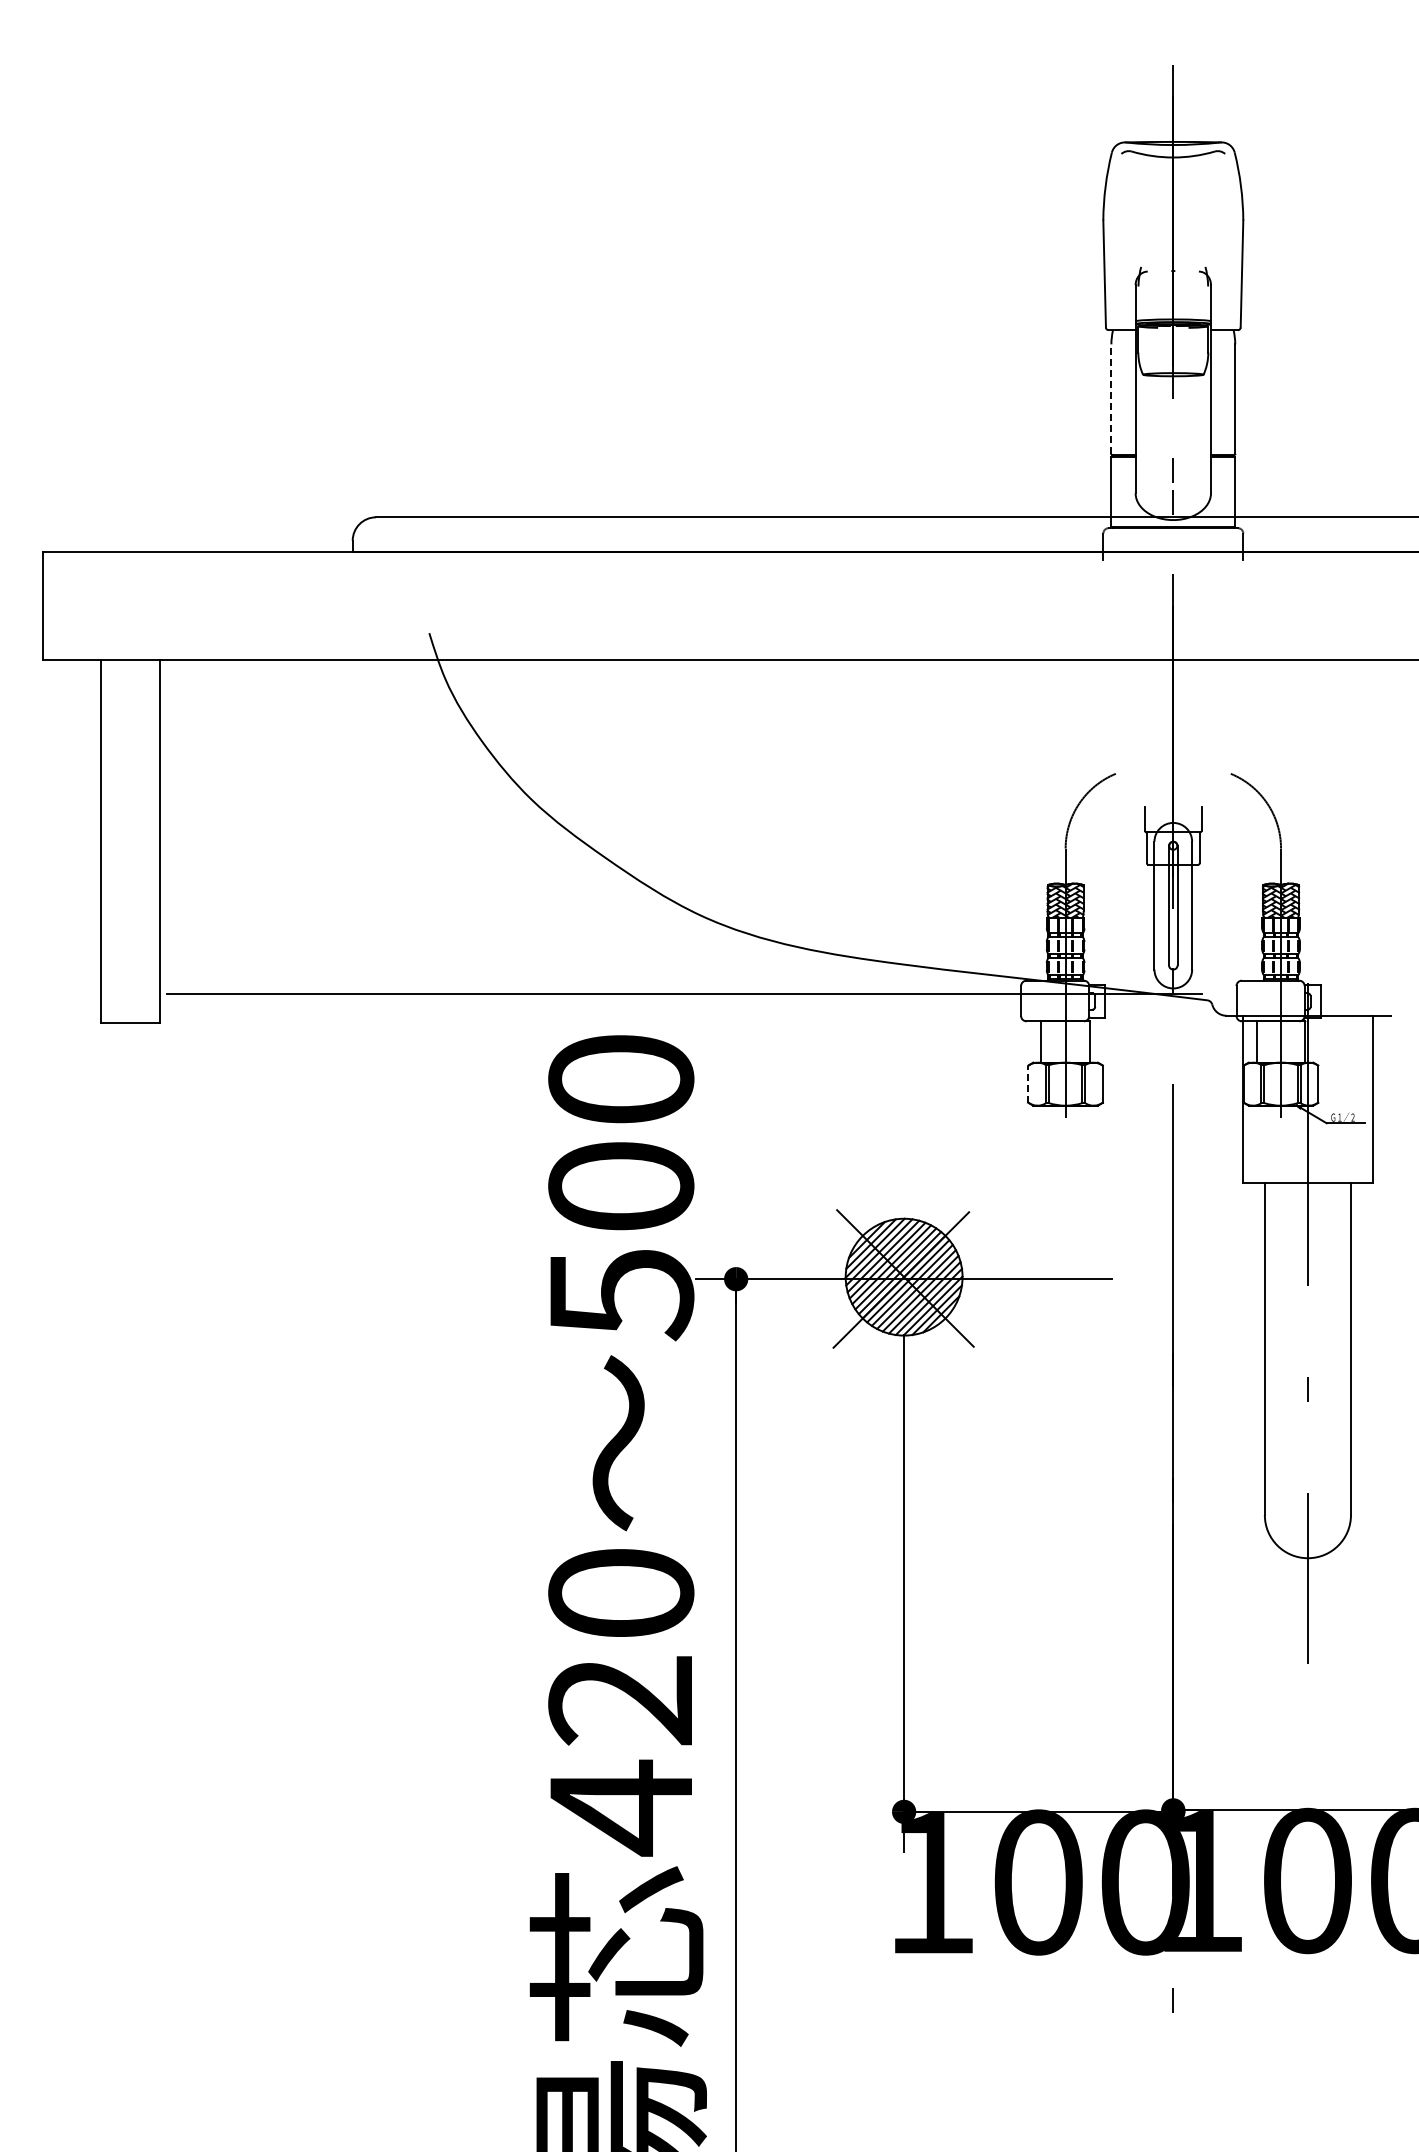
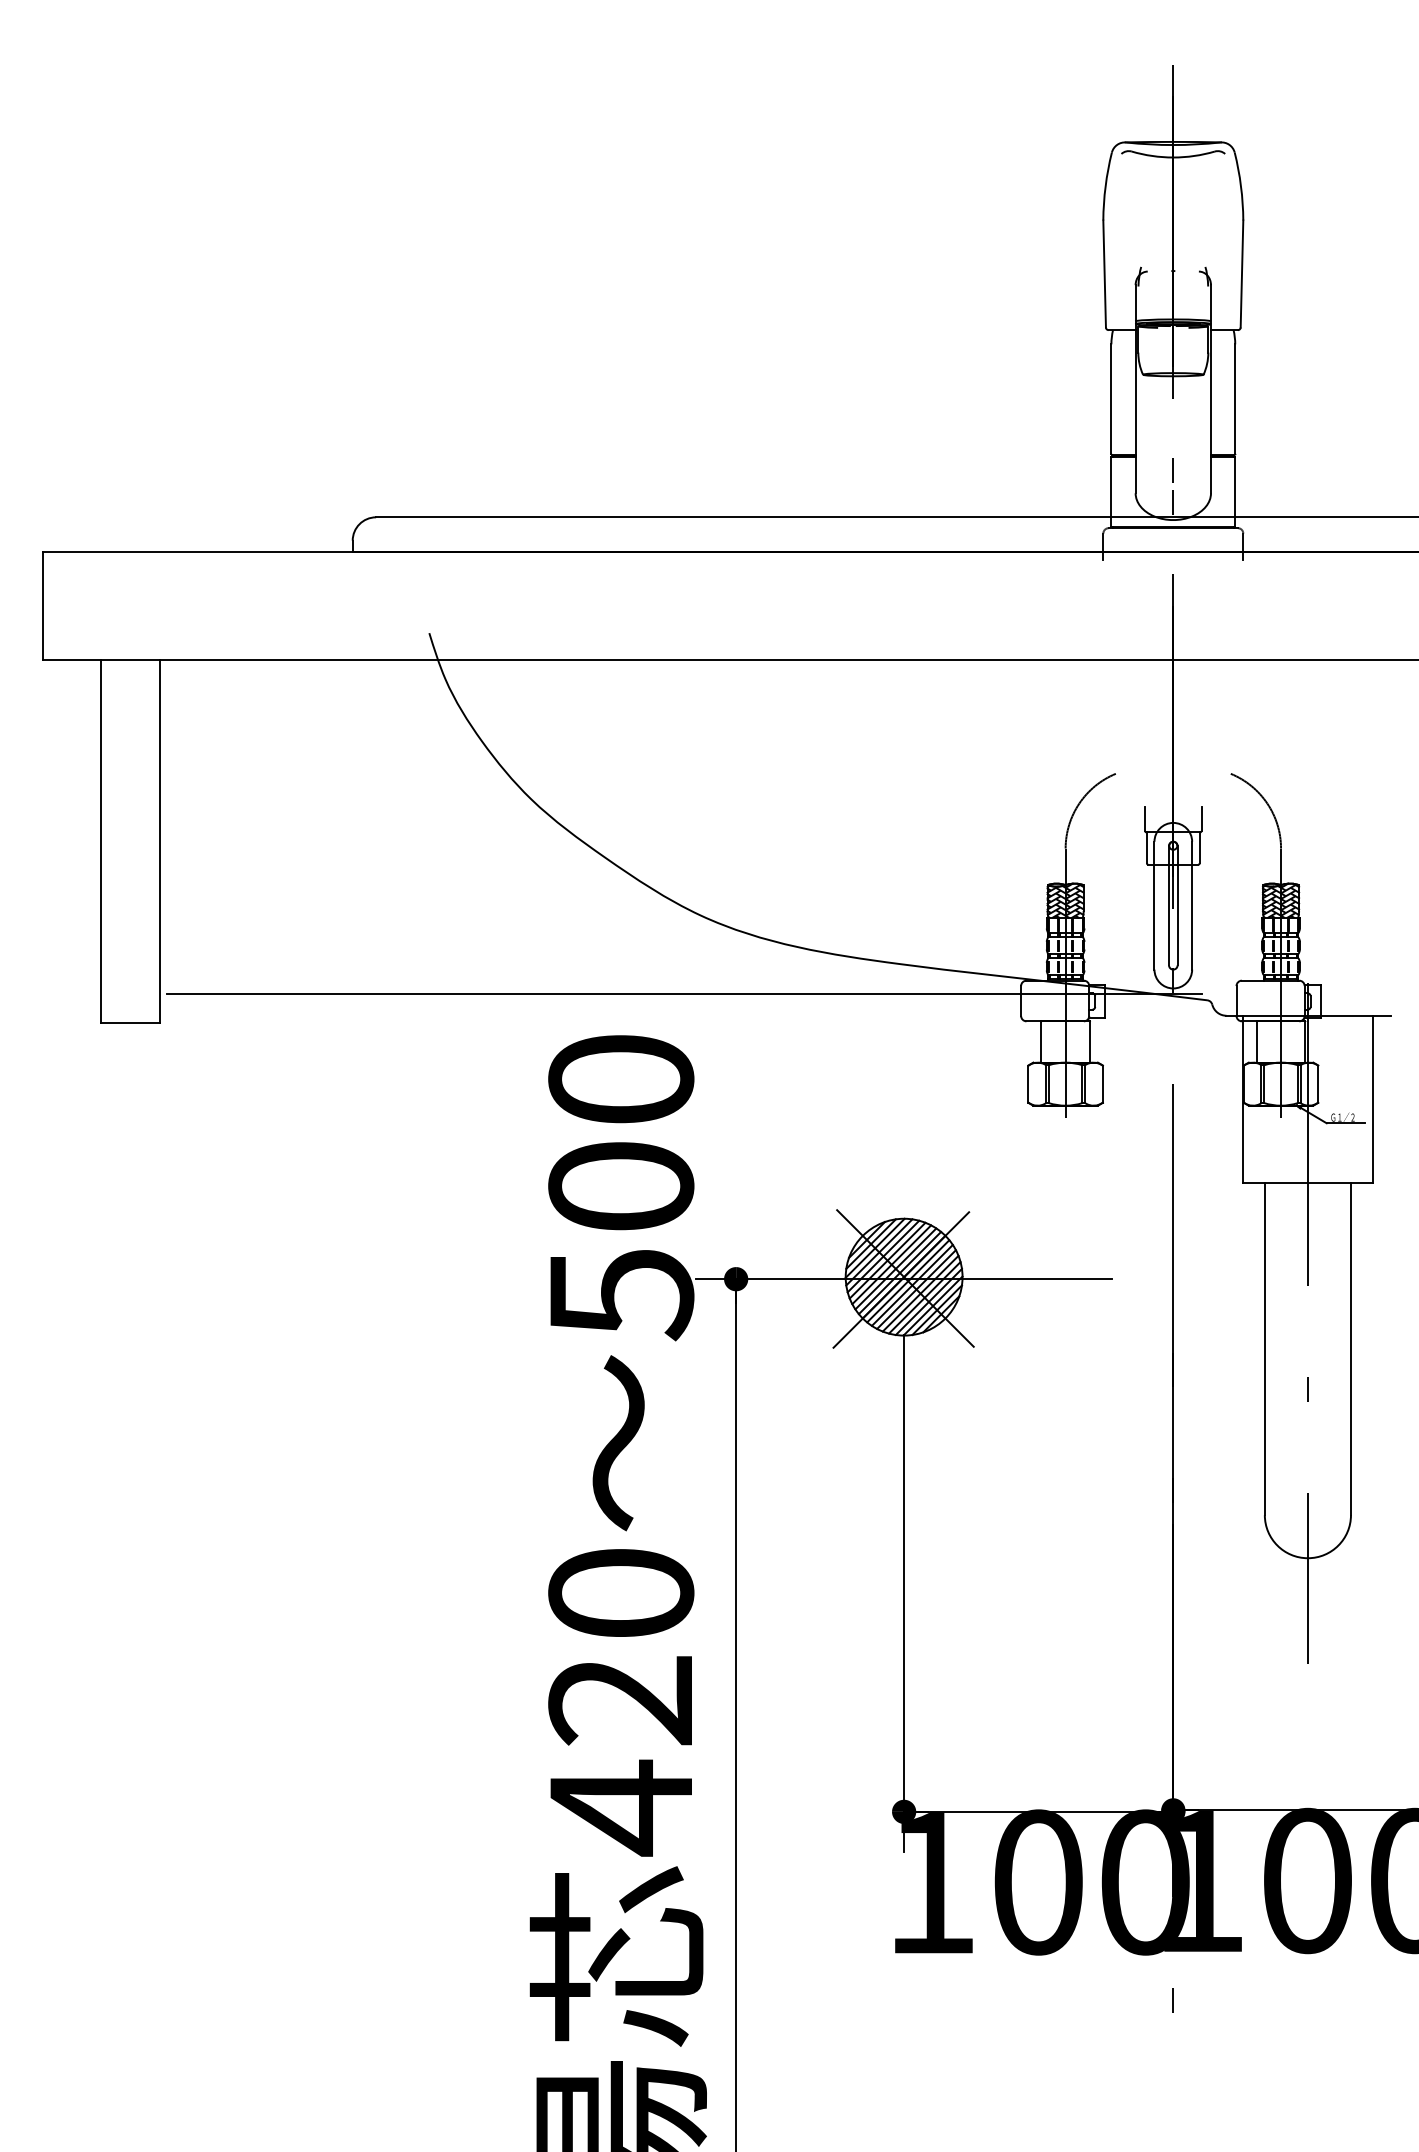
line at (1111, 398): dashed -> solid
line at (1028, 1084): dashed -> solid
